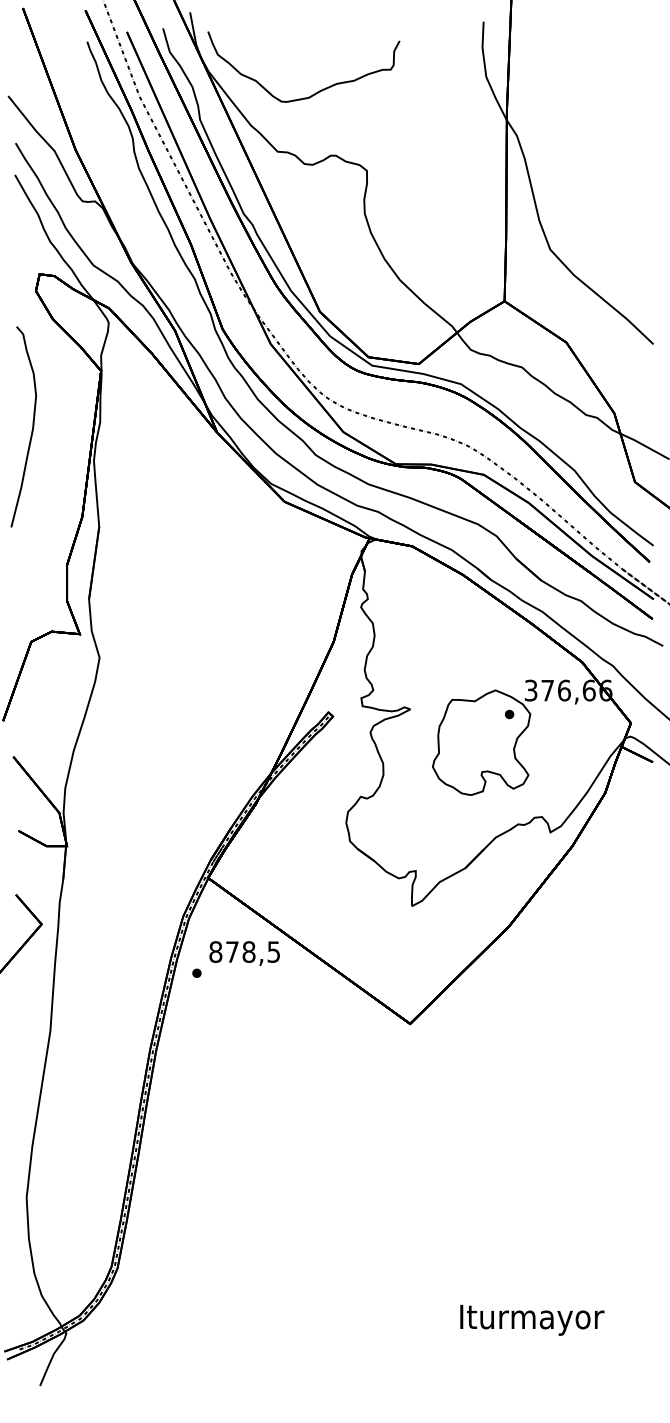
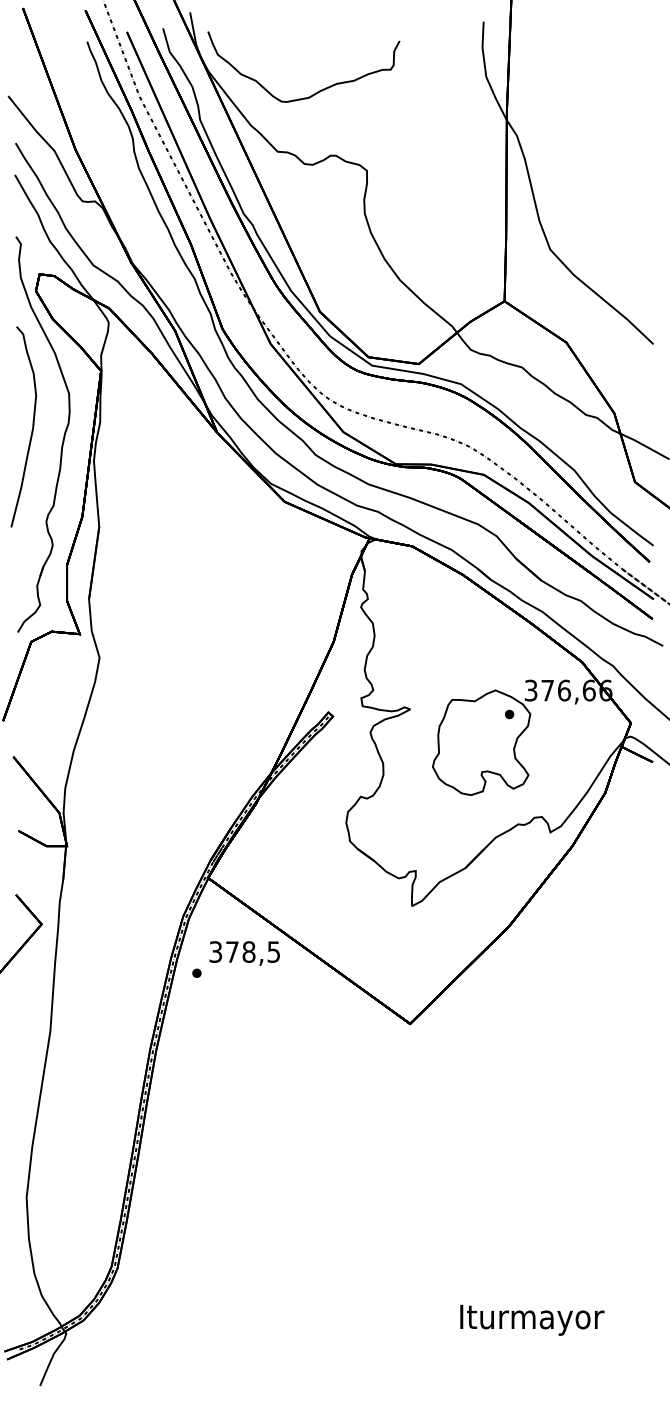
part at (62, 439): none -> present
text at (215, 951): 878,5 -> 378,5
